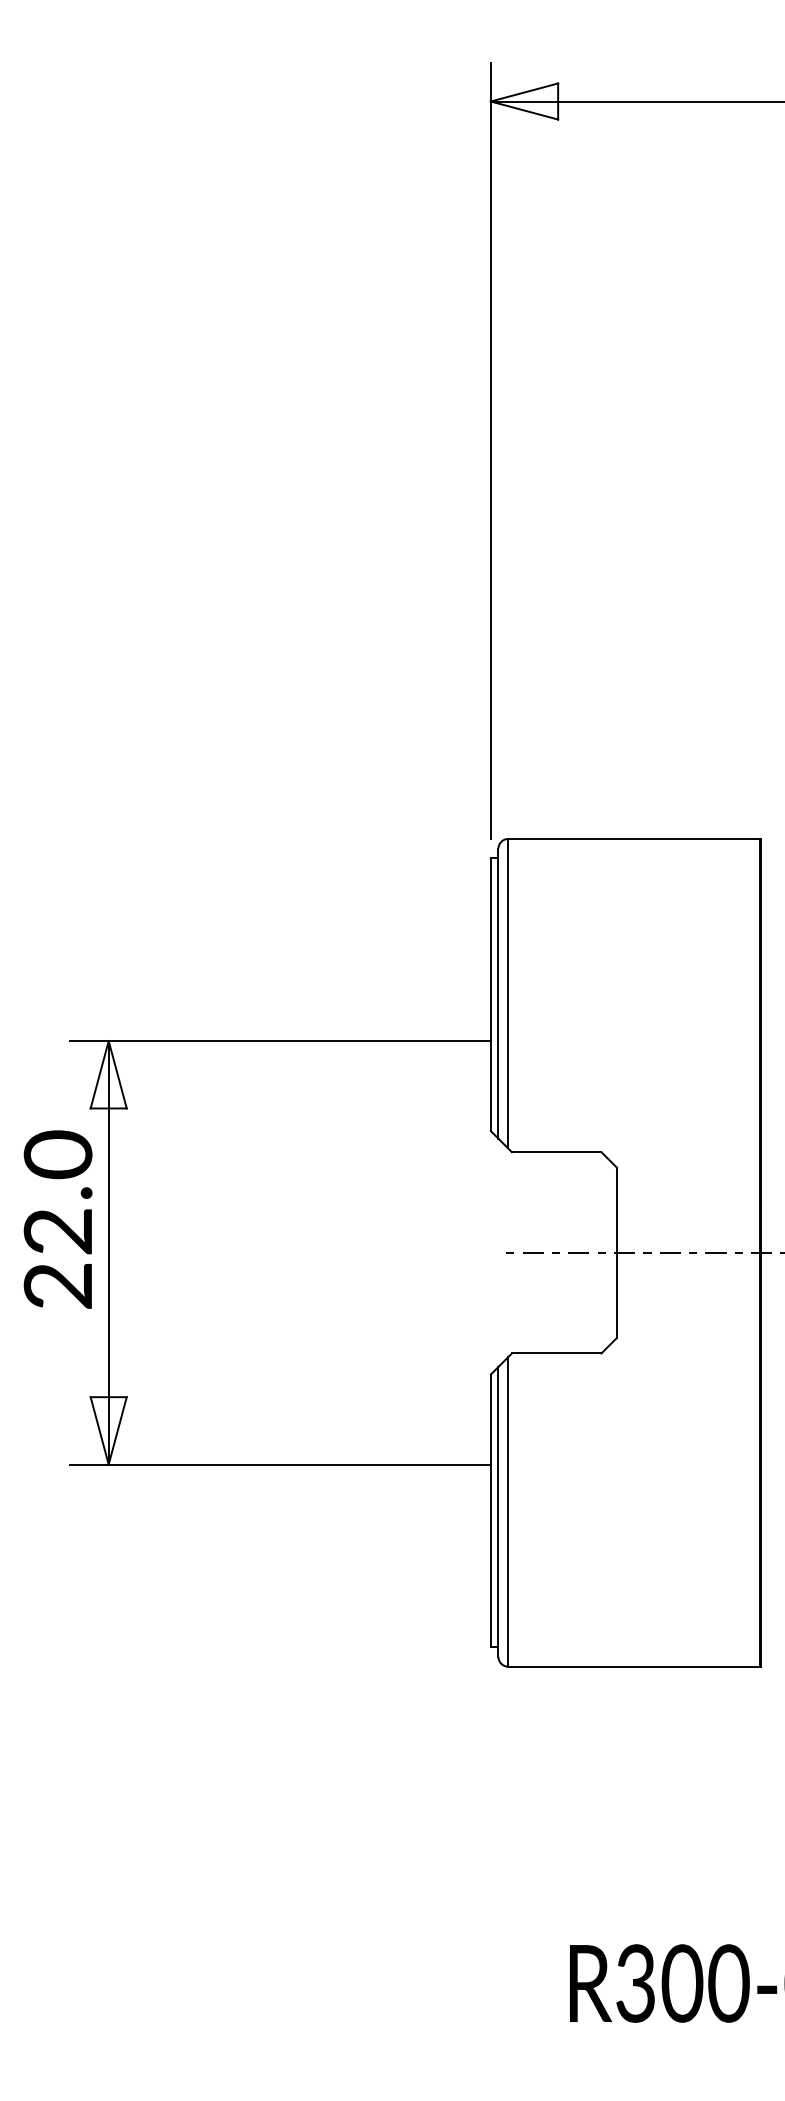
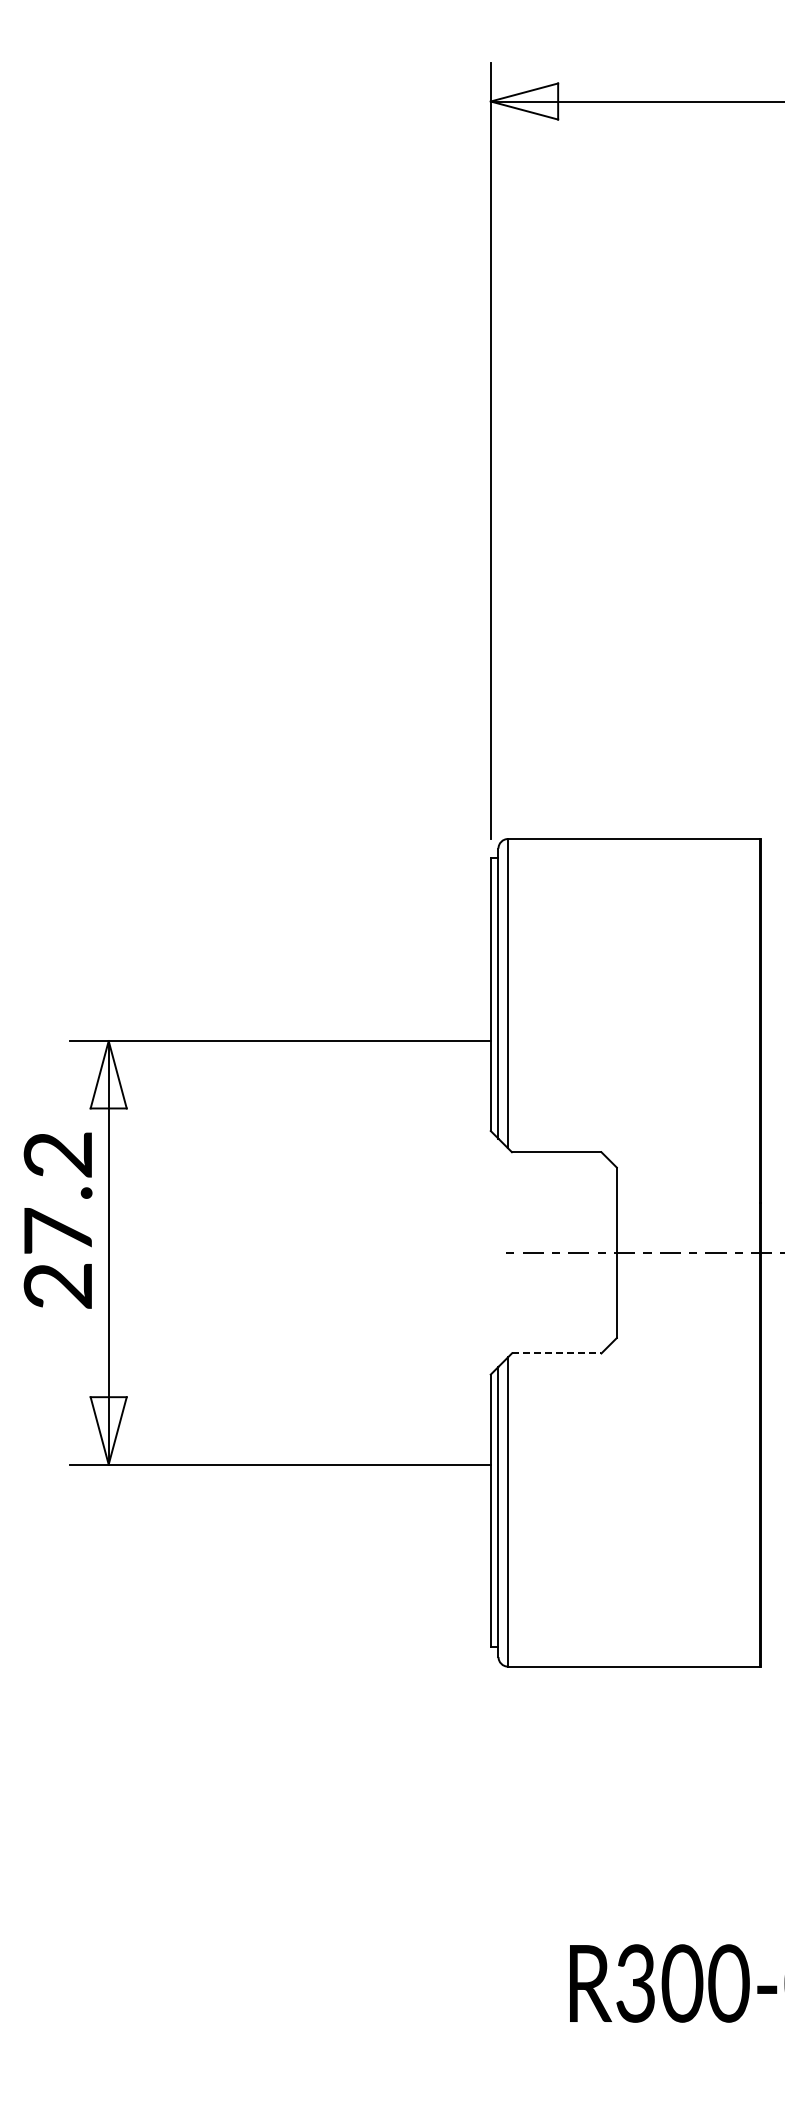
text at (57, 1192): 22.0 -> 27.2
line at (556, 1353): solid -> dashed
